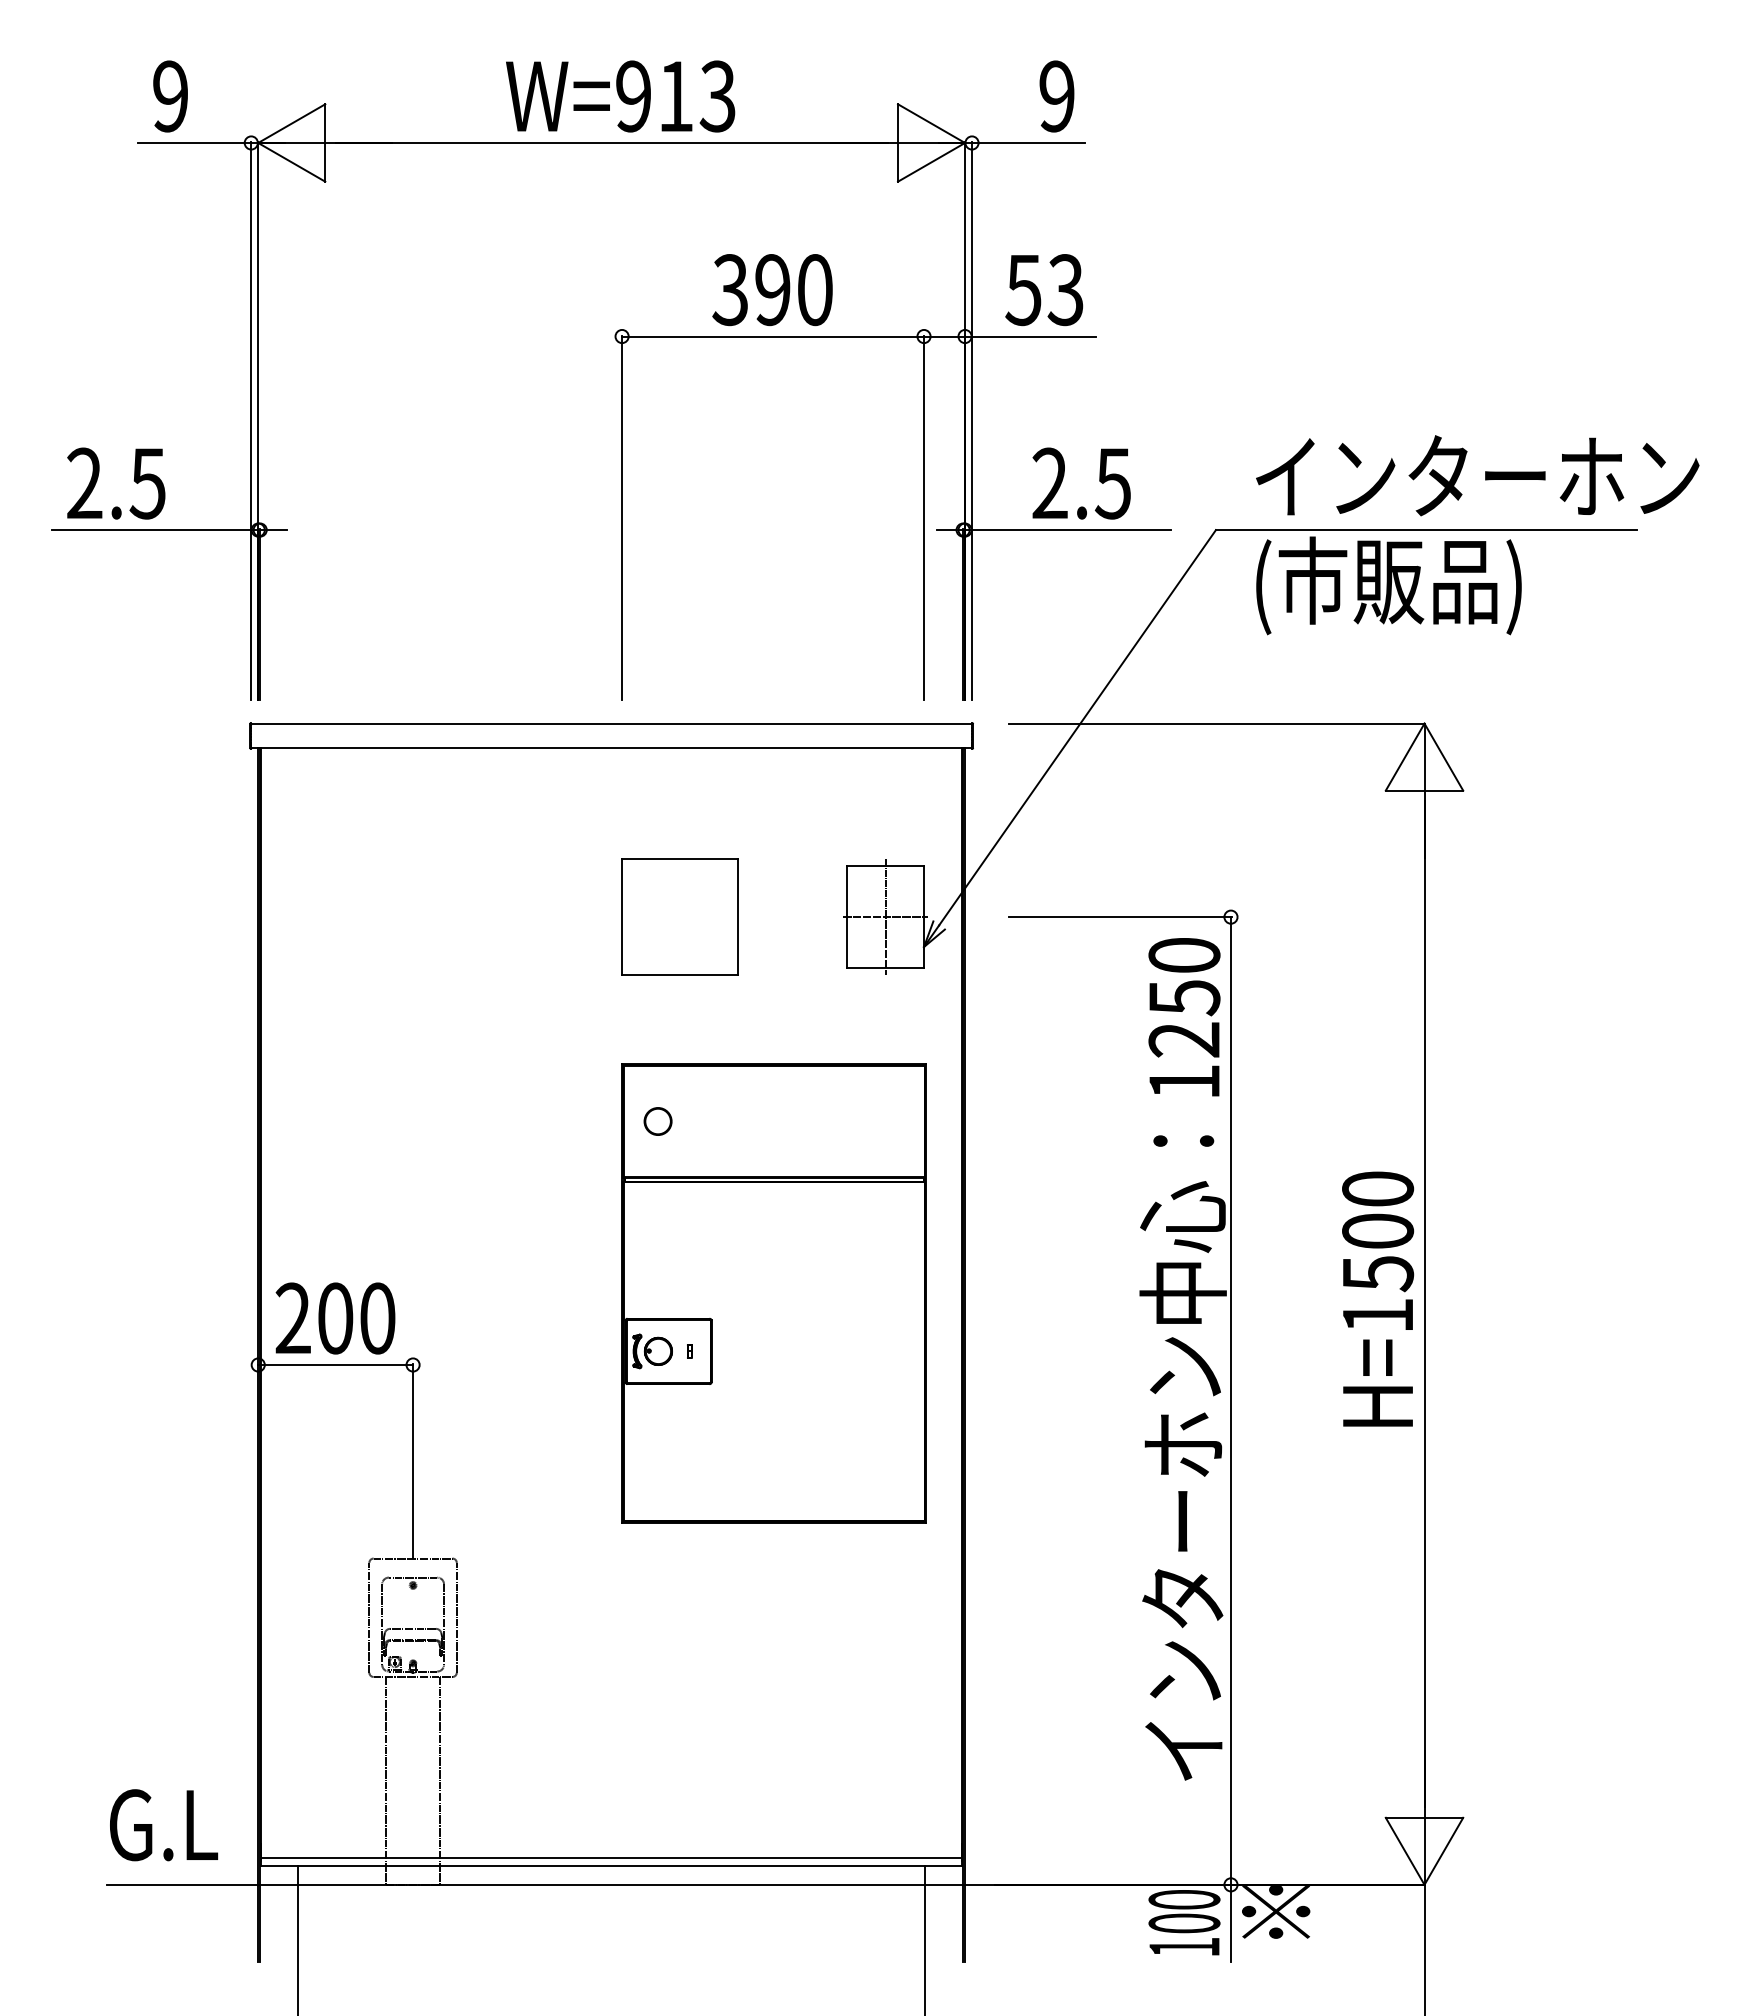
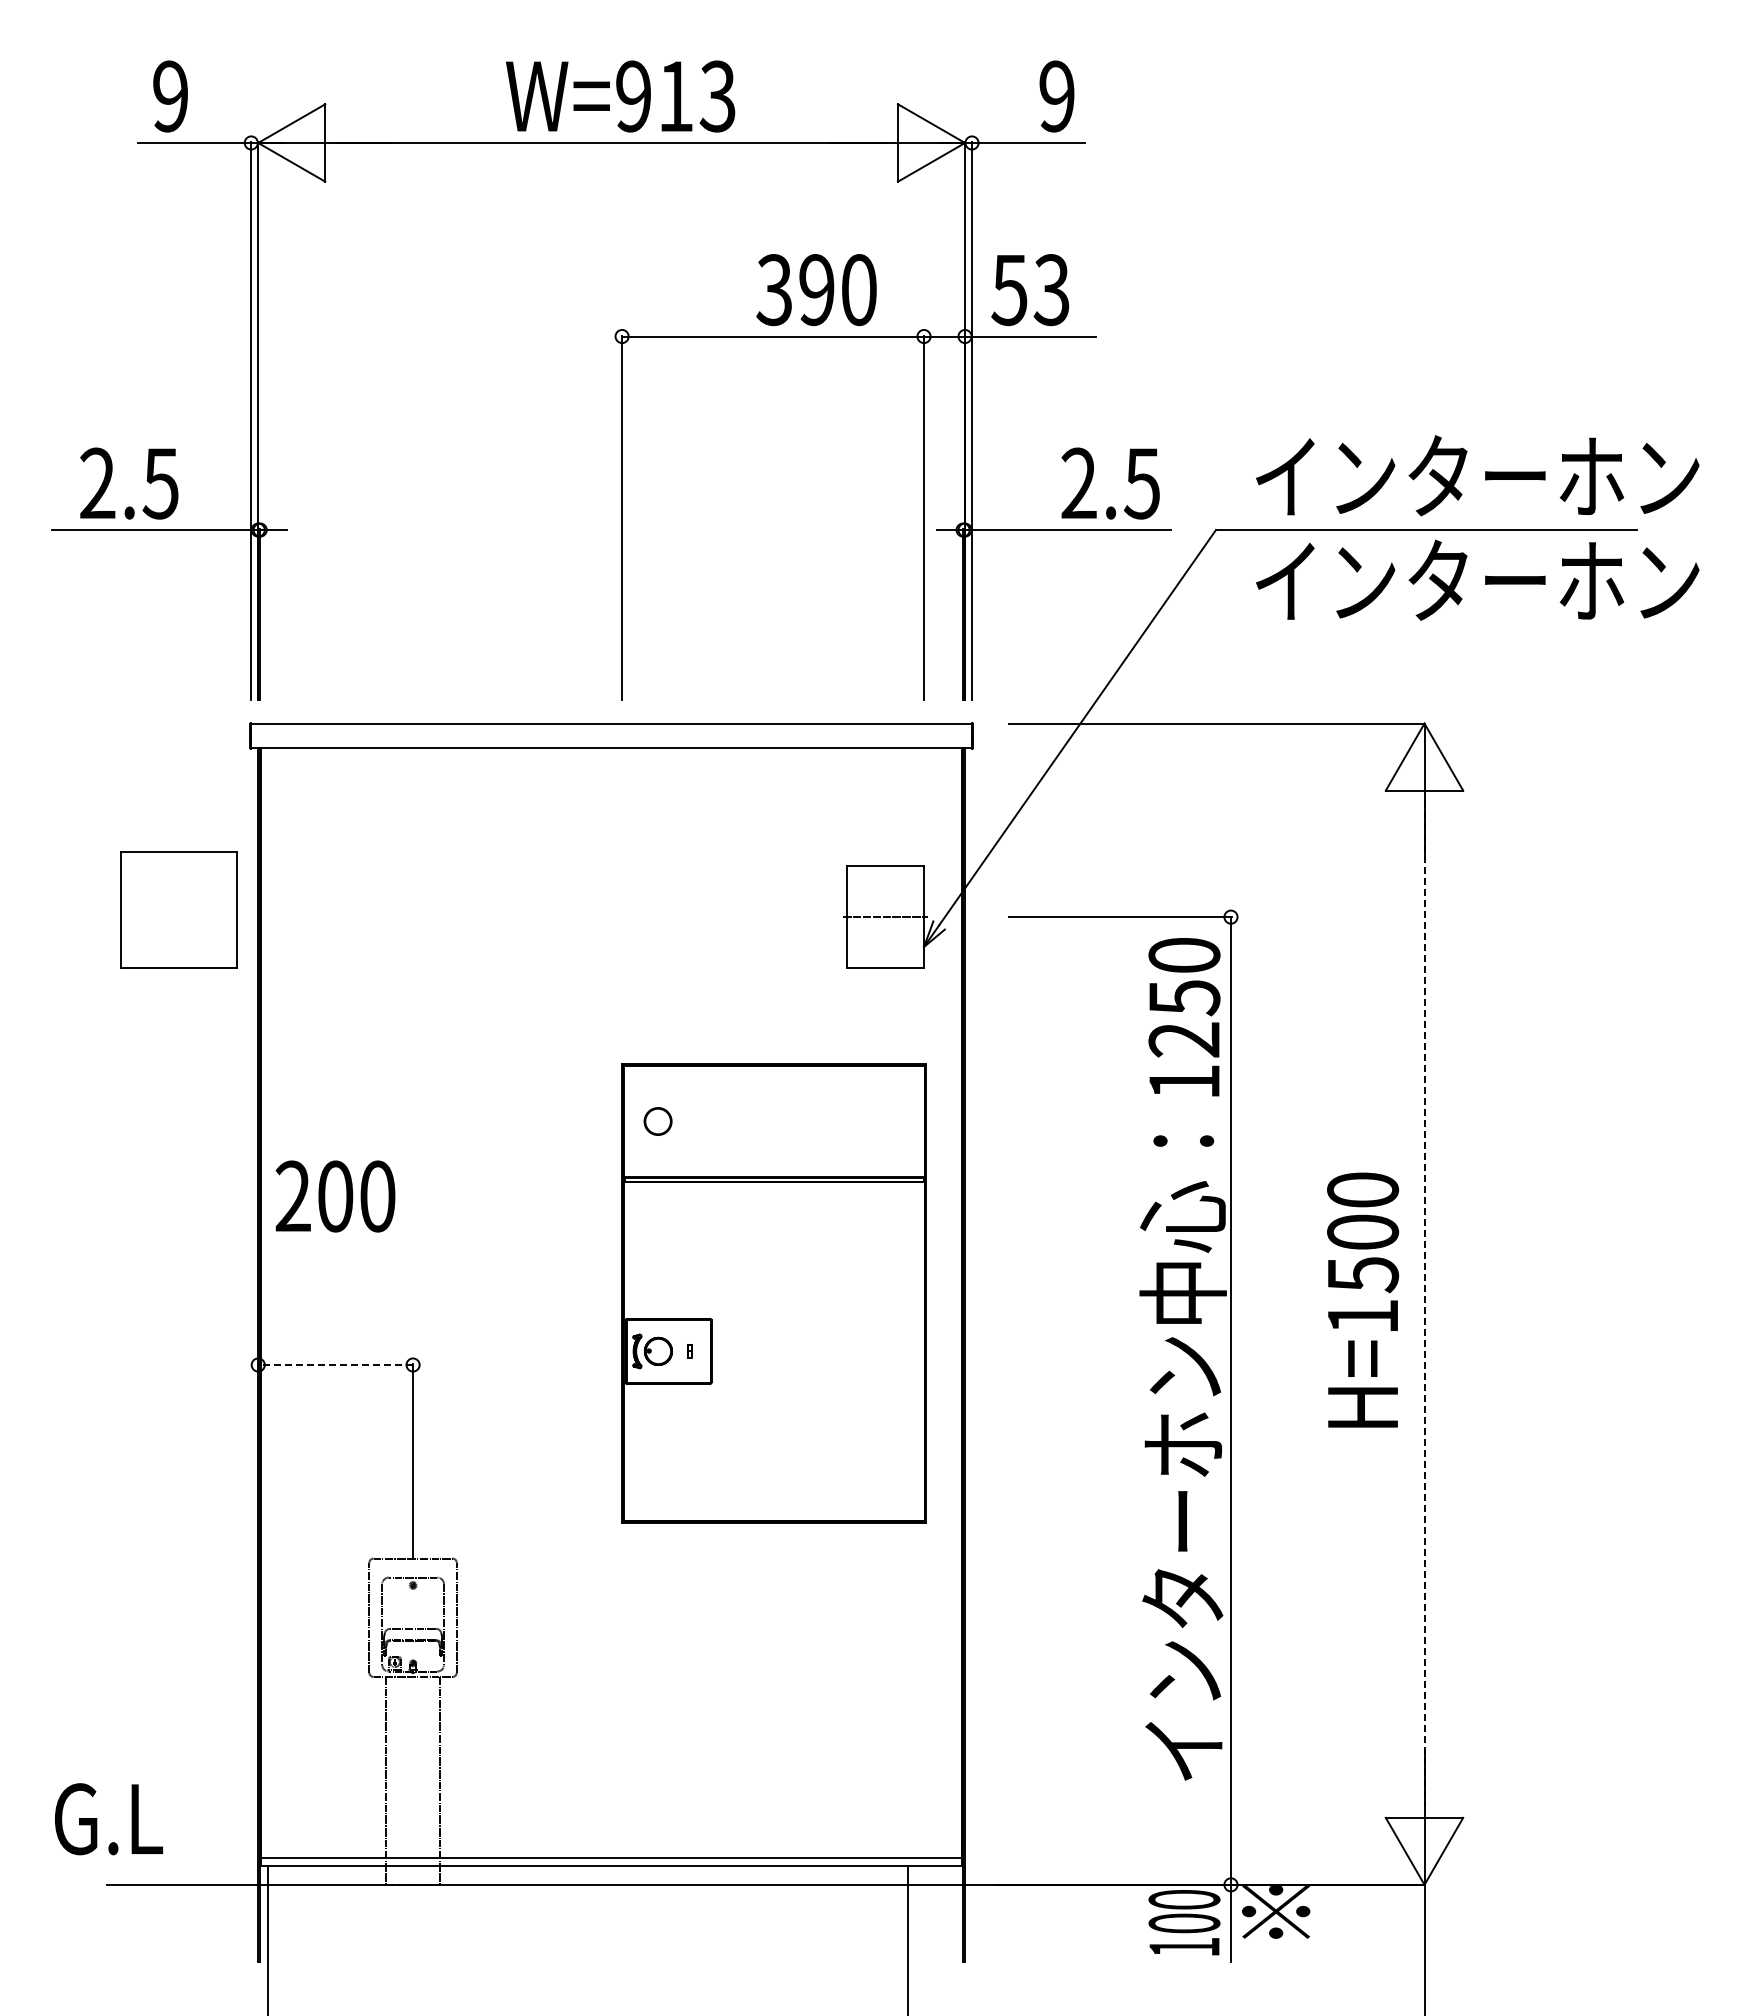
text at (772, 290) position: (772, 290) -> (816, 290)
text at (1044, 290) position: (1044, 290) -> (1030, 290)
text at (116, 483) position: (116, 483) -> (129, 483)
text at (1081, 483) position: (1081, 483) -> (1110, 483)
text at (1477, 585): (市販品) -> インターホン
part at (679, 916) position: (679, 916) -> (178, 909)
line at (885, 916): present -> none
text at (1378, 1298) position: (1378, 1298) -> (1363, 1299)
line at (1424, 1304): solid -> dashed
text at (335, 1318) position: (335, 1318) -> (335, 1196)
line at (335, 1365): solid -> dashed
text at (164, 1825) position: (164, 1825) -> (109, 1819)
line at (298, 1938) position: (298, 1938) -> (268, 1938)
line at (925, 1938) position: (925, 1938) -> (908, 1938)
